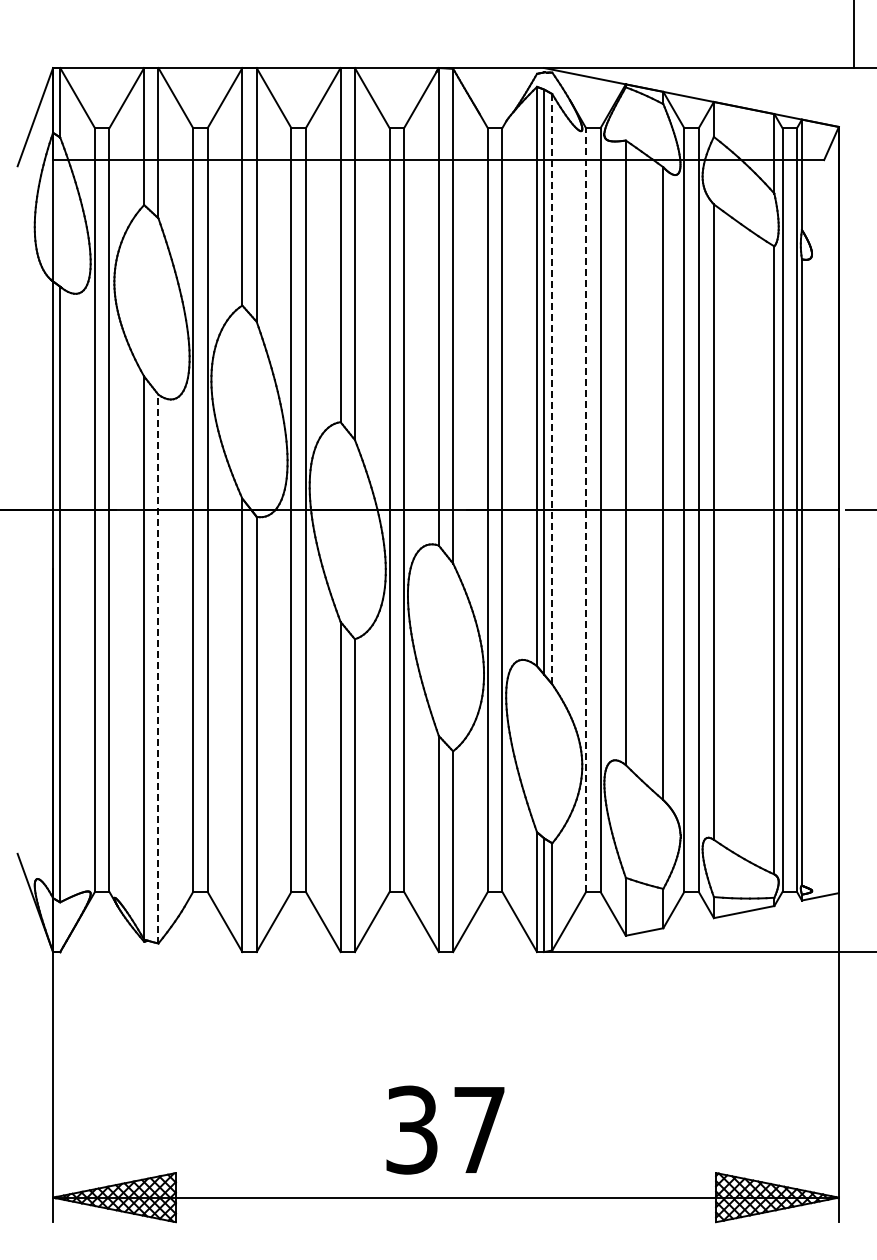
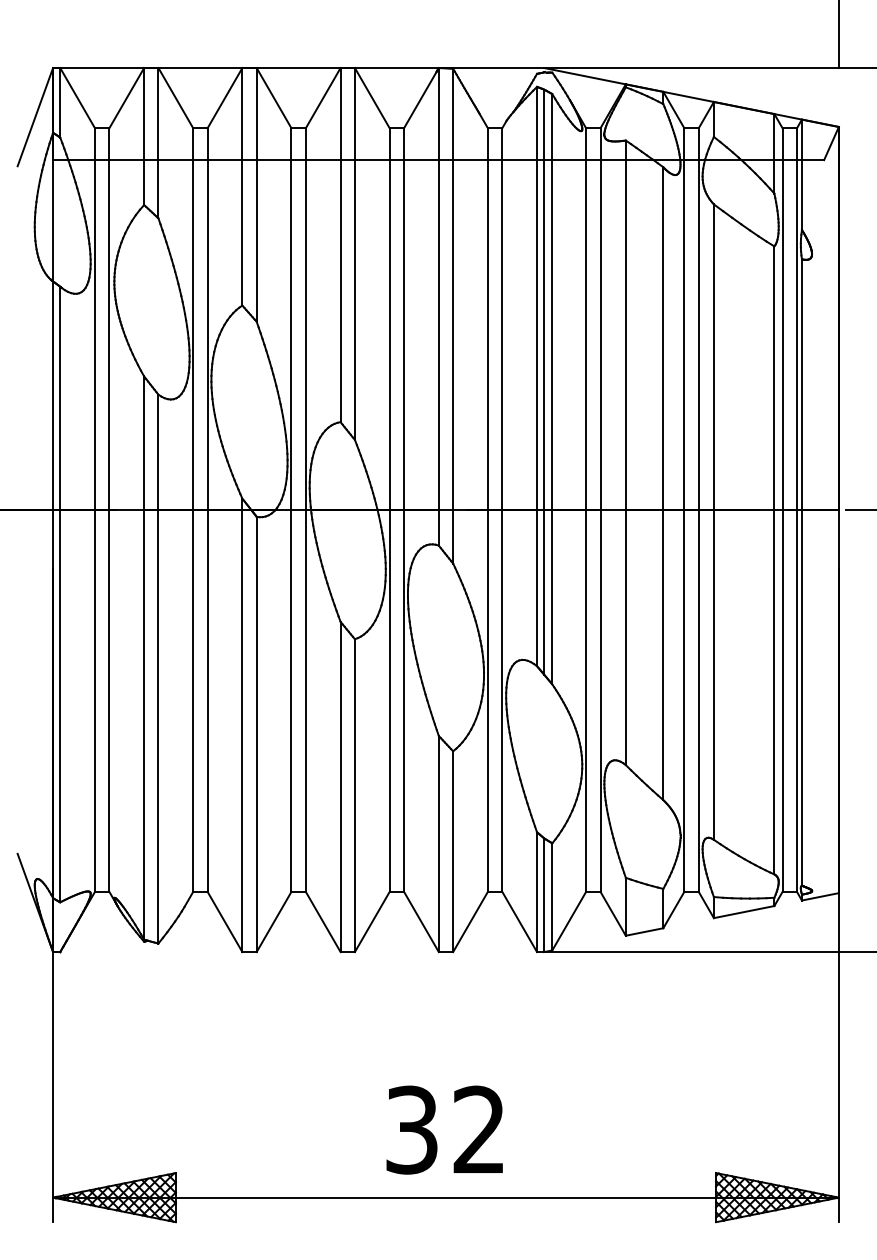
line at (853, 35) position: (853, 35) -> (838, 35)
line at (552, 388): dashed -> solid
line at (586, 510): dashed -> solid
line at (158, 668): dashed -> solid
text at (478, 1128): 37 -> 32
